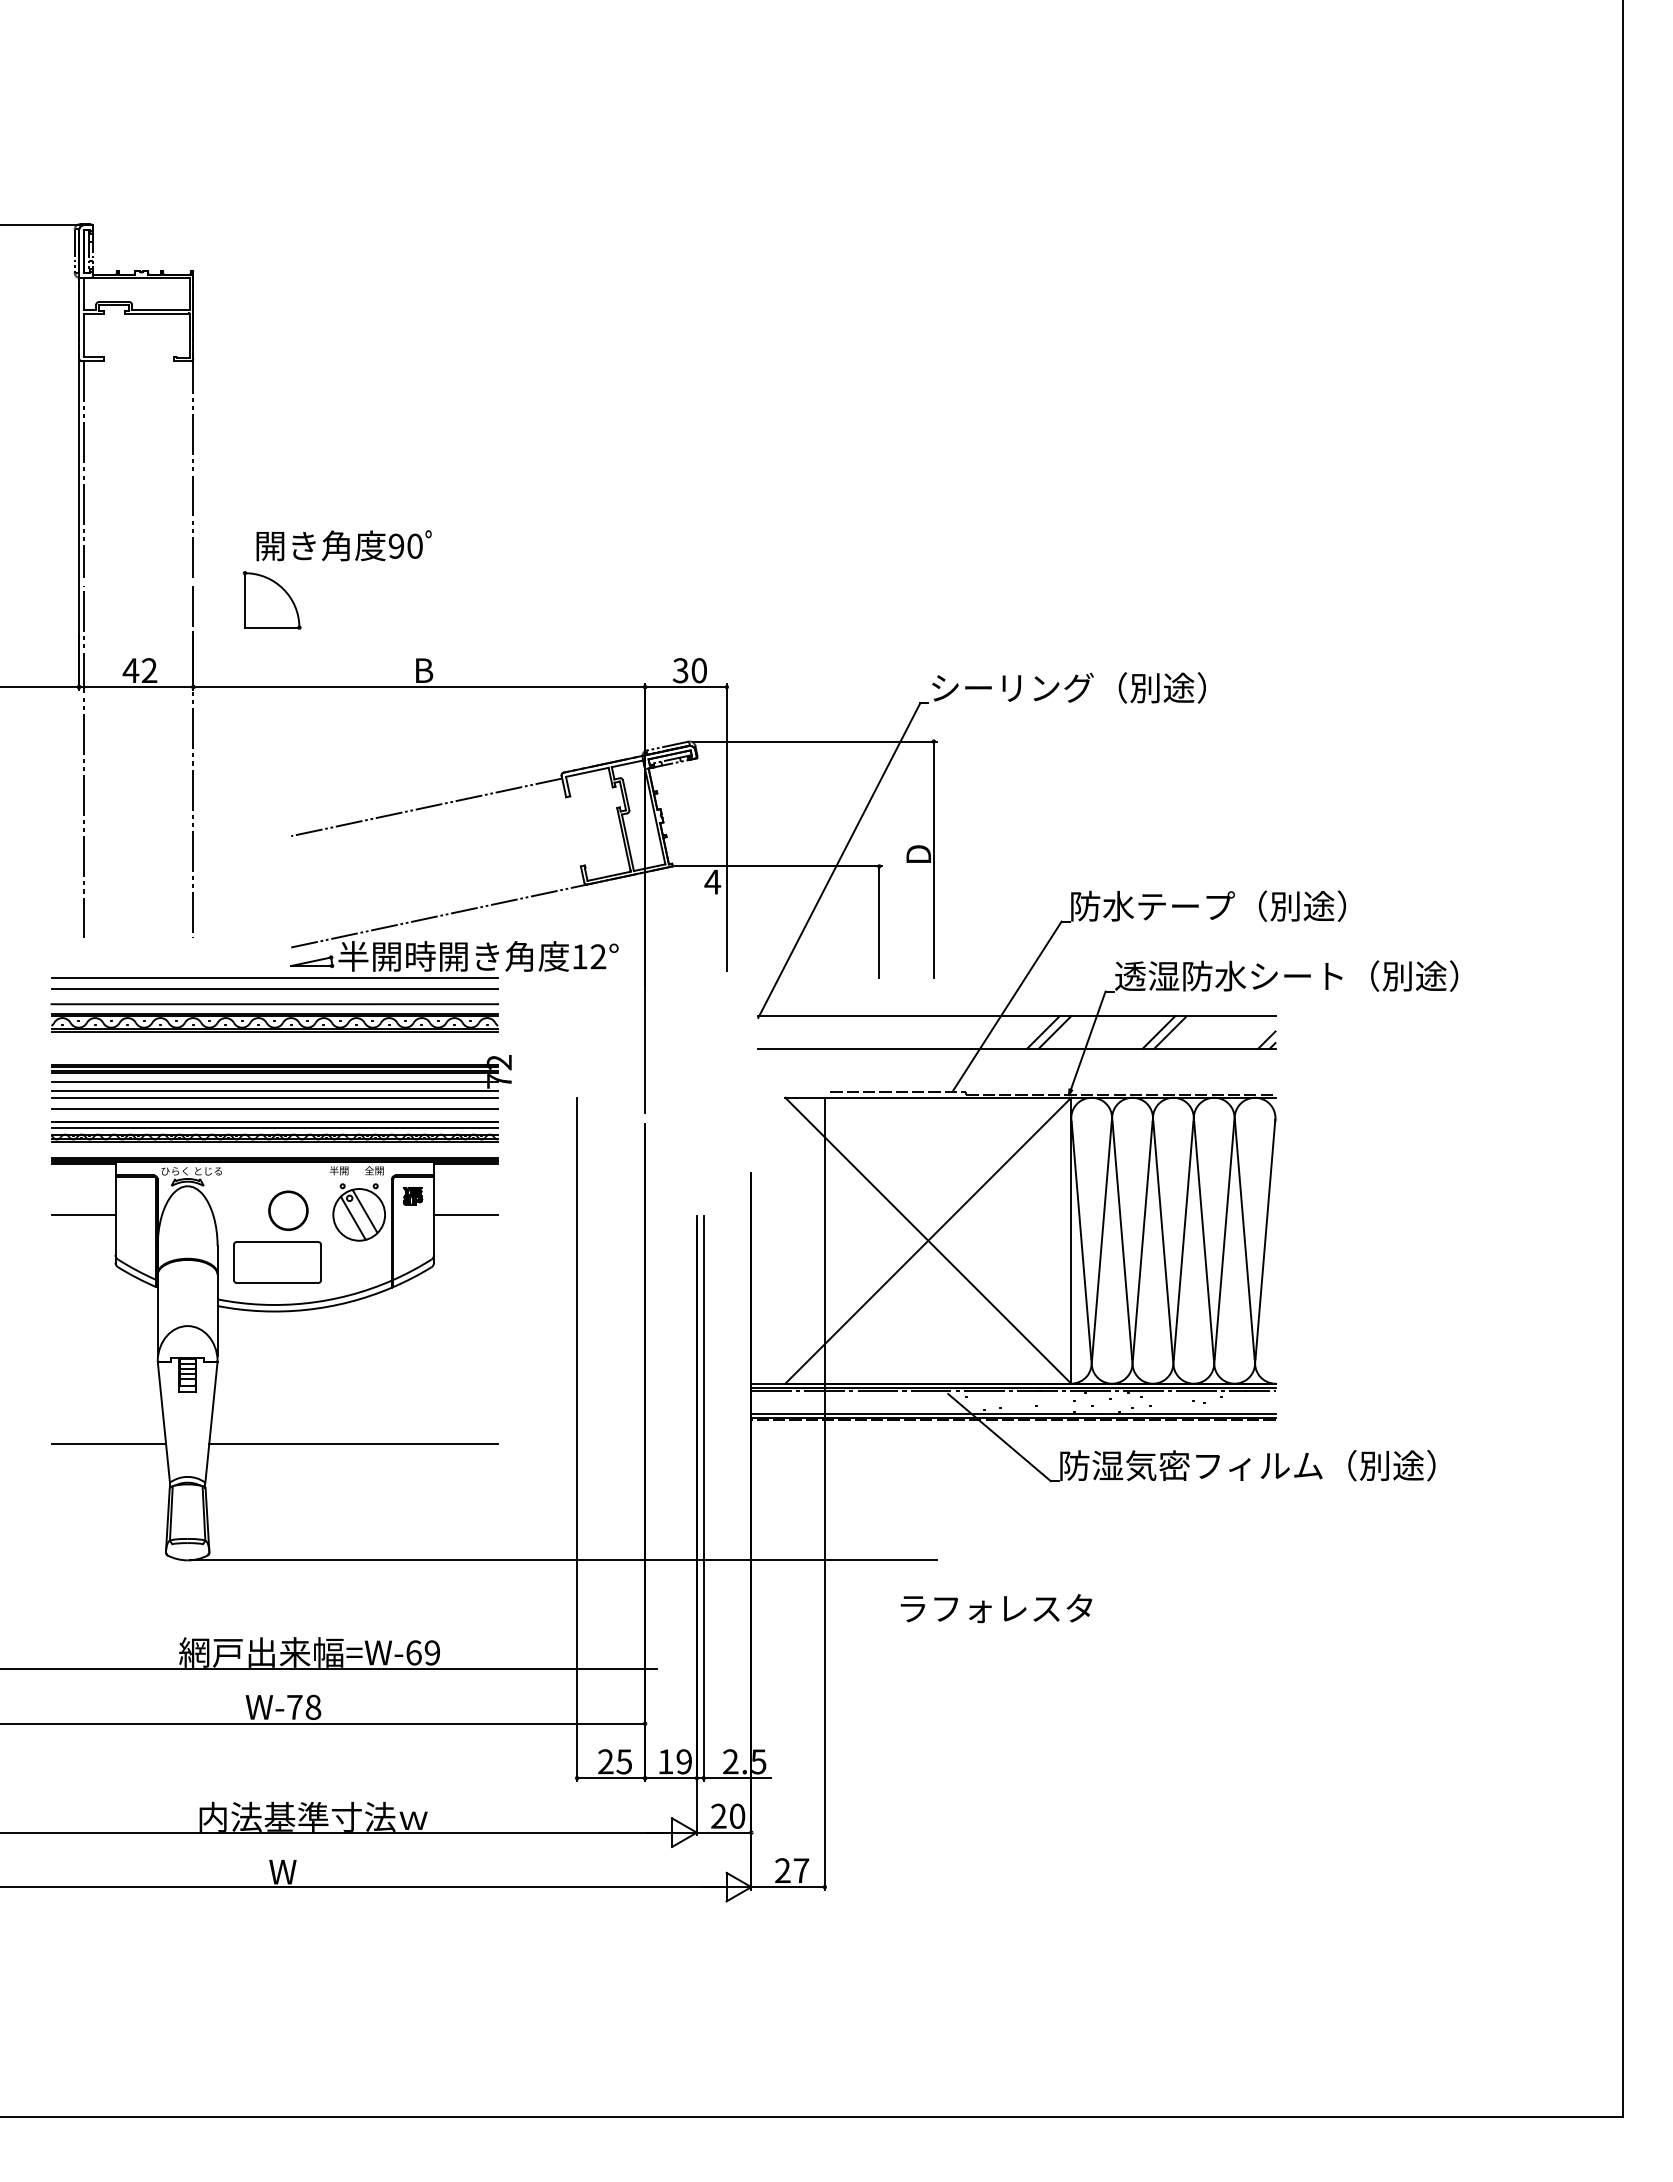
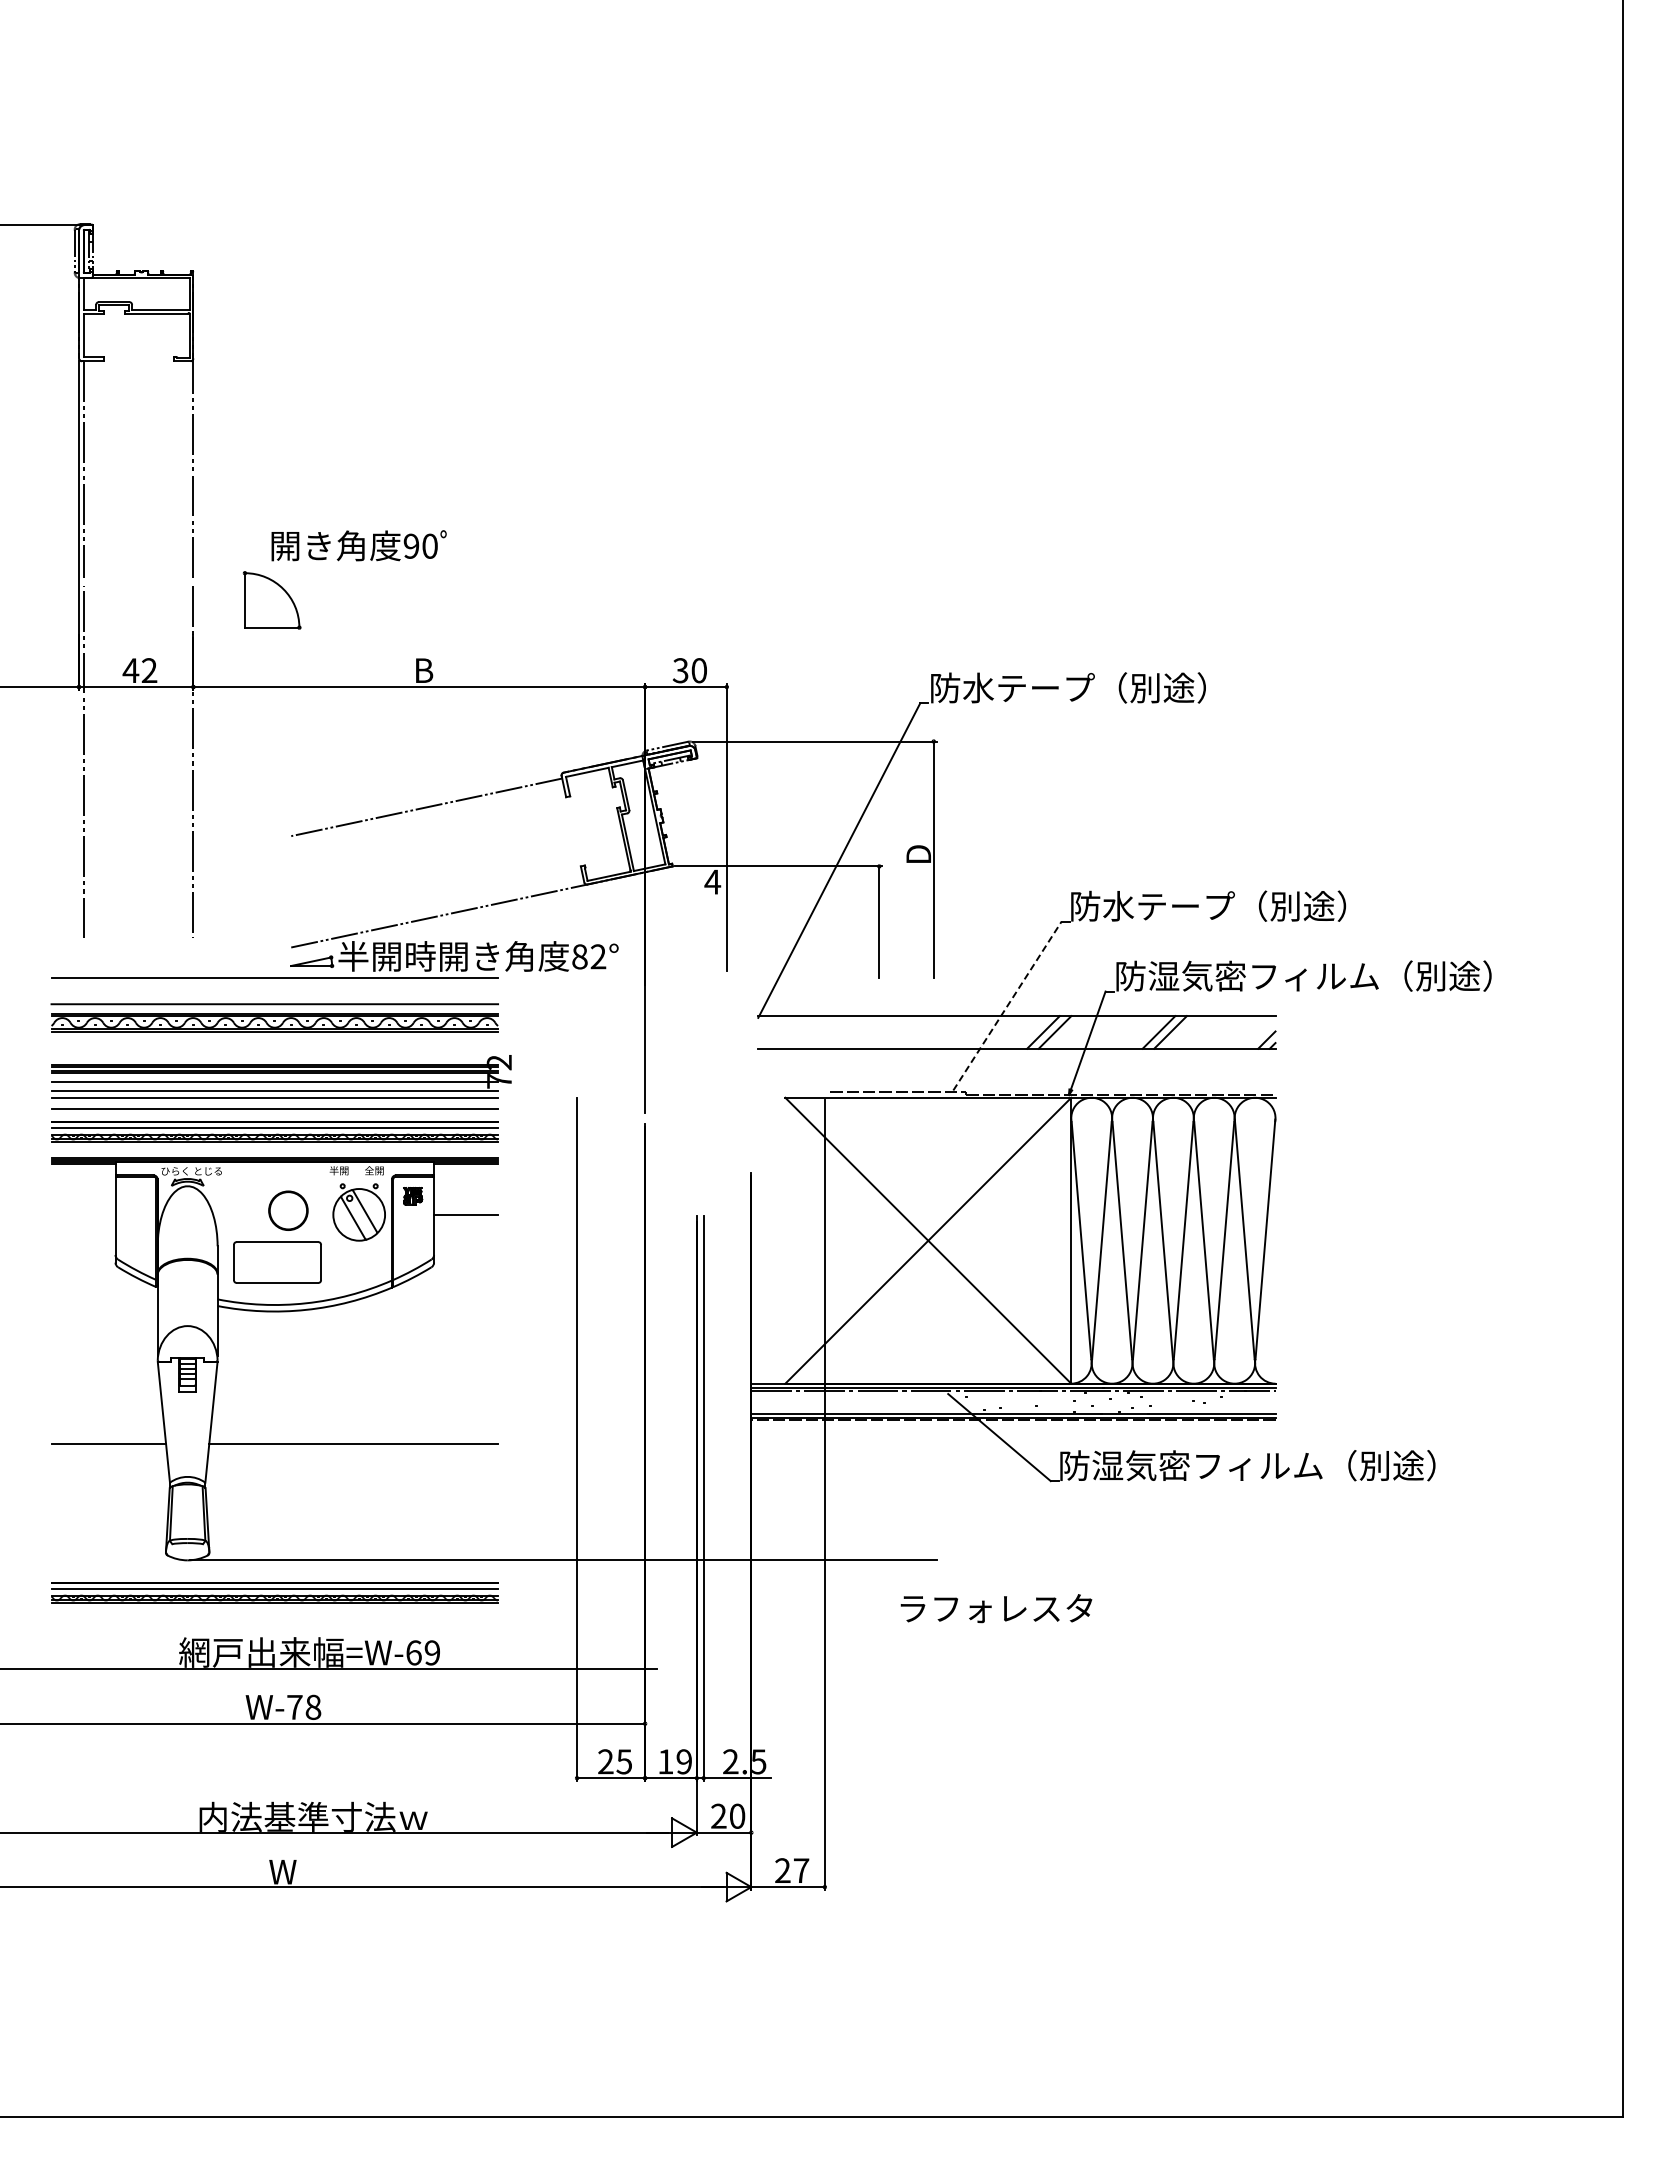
text at (343, 545) position: (343, 545) -> (358, 545)
text at (1012, 687): シーリング（別途） -> 防水テープ（別途）
text at (579, 956): 12° -> 82°
text at (1303, 975): 透湿防水シート（別途） -> 防湿気密フィルム（別途）
line at (274, 988): present -> none
line at (1007, 1005): solid -> dashed
line at (83, 1214): present -> none
part at (274, 1592): none -> present
